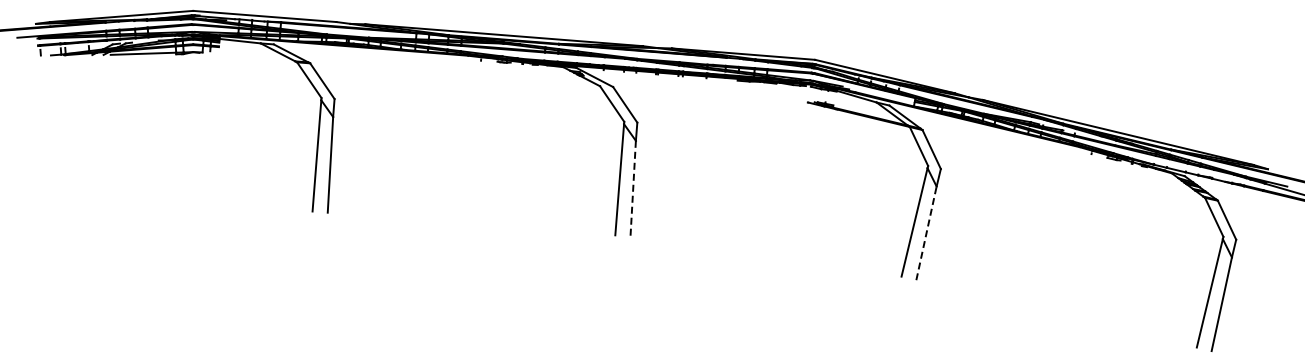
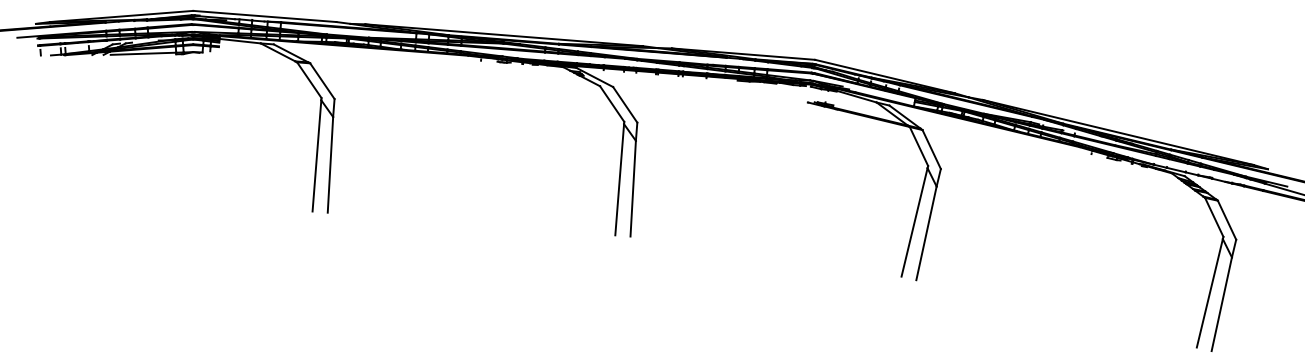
line at (633, 188): dashed -> solid
line at (926, 233): dashed -> solid
